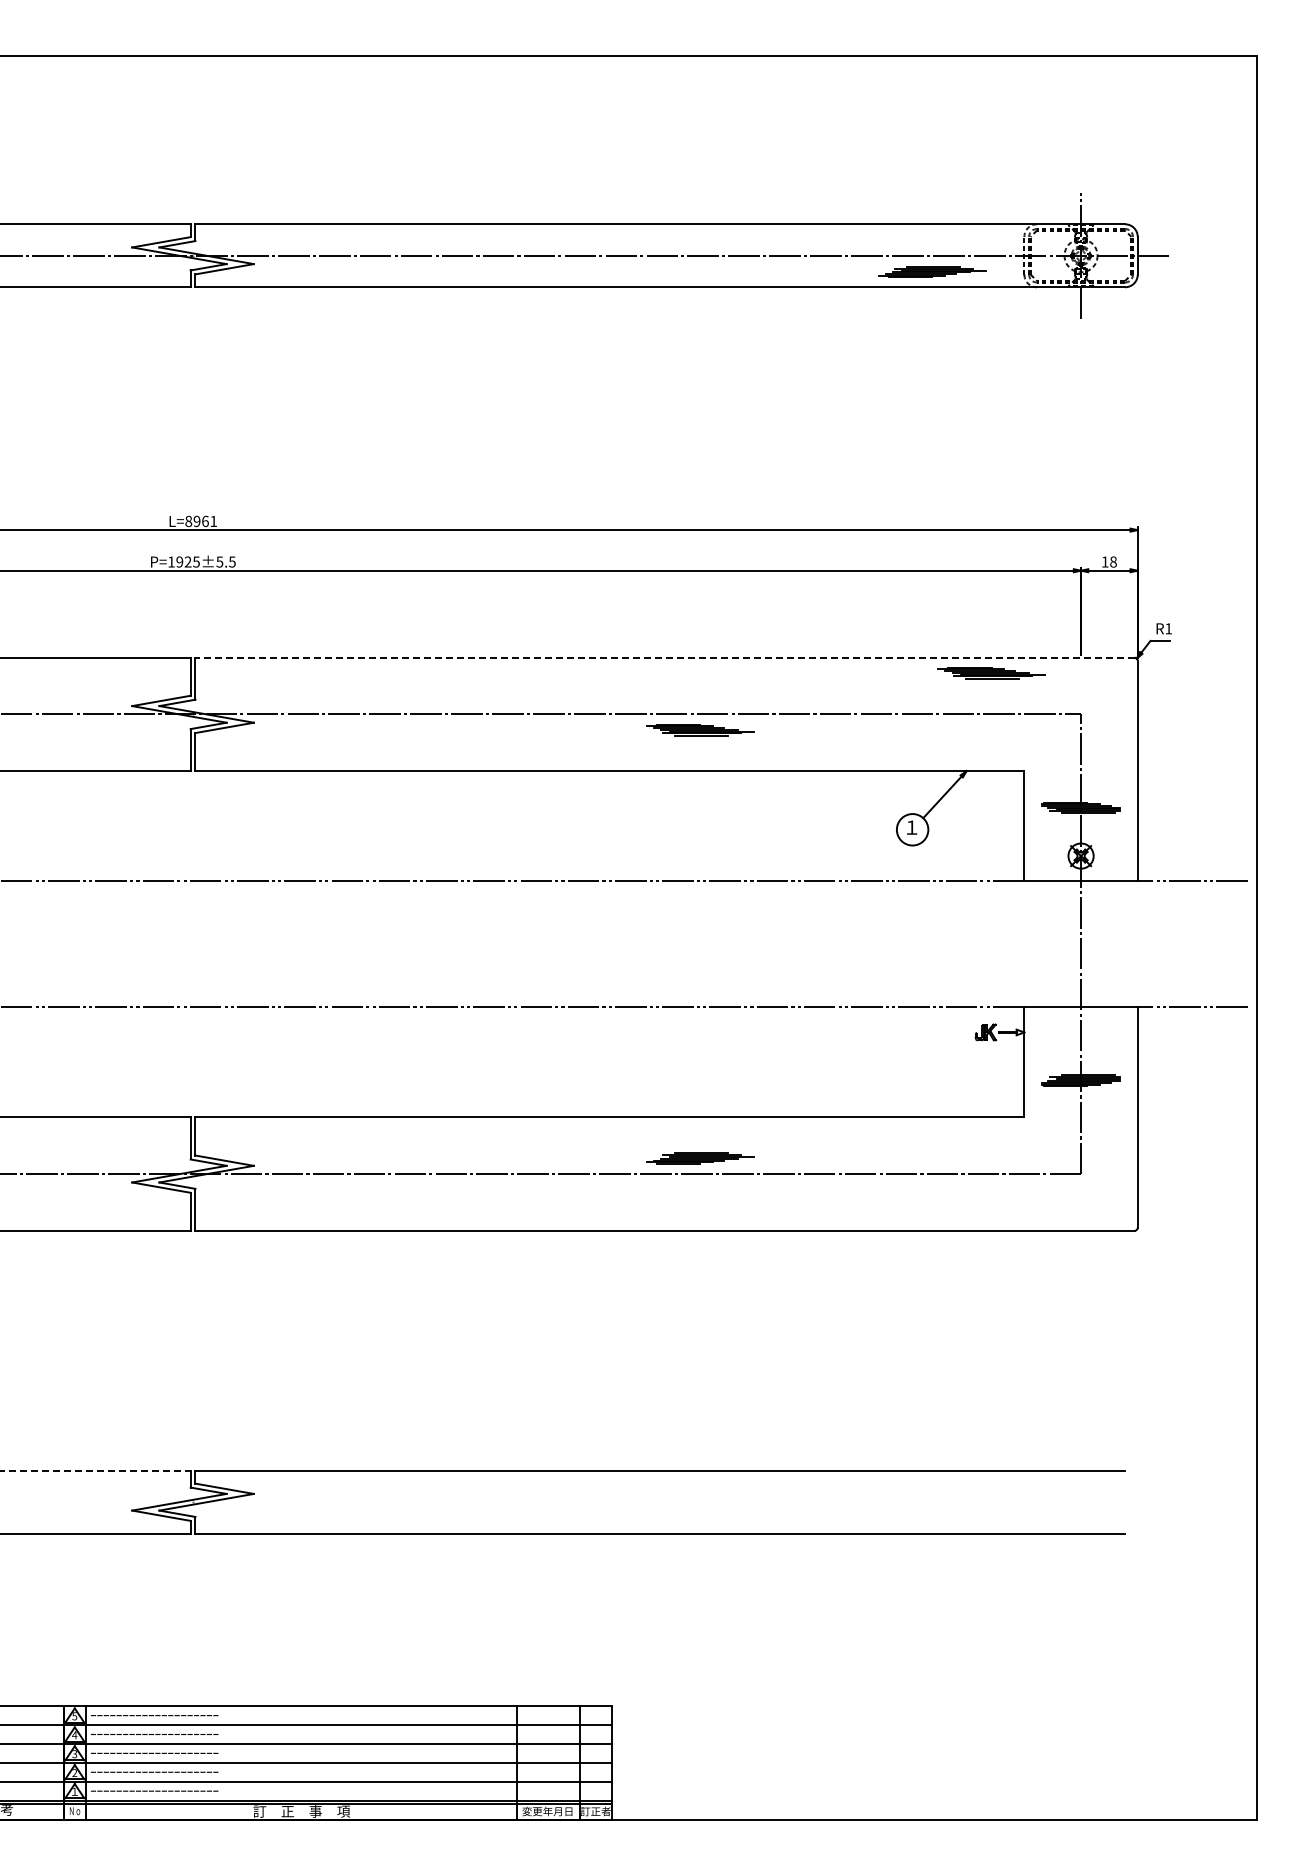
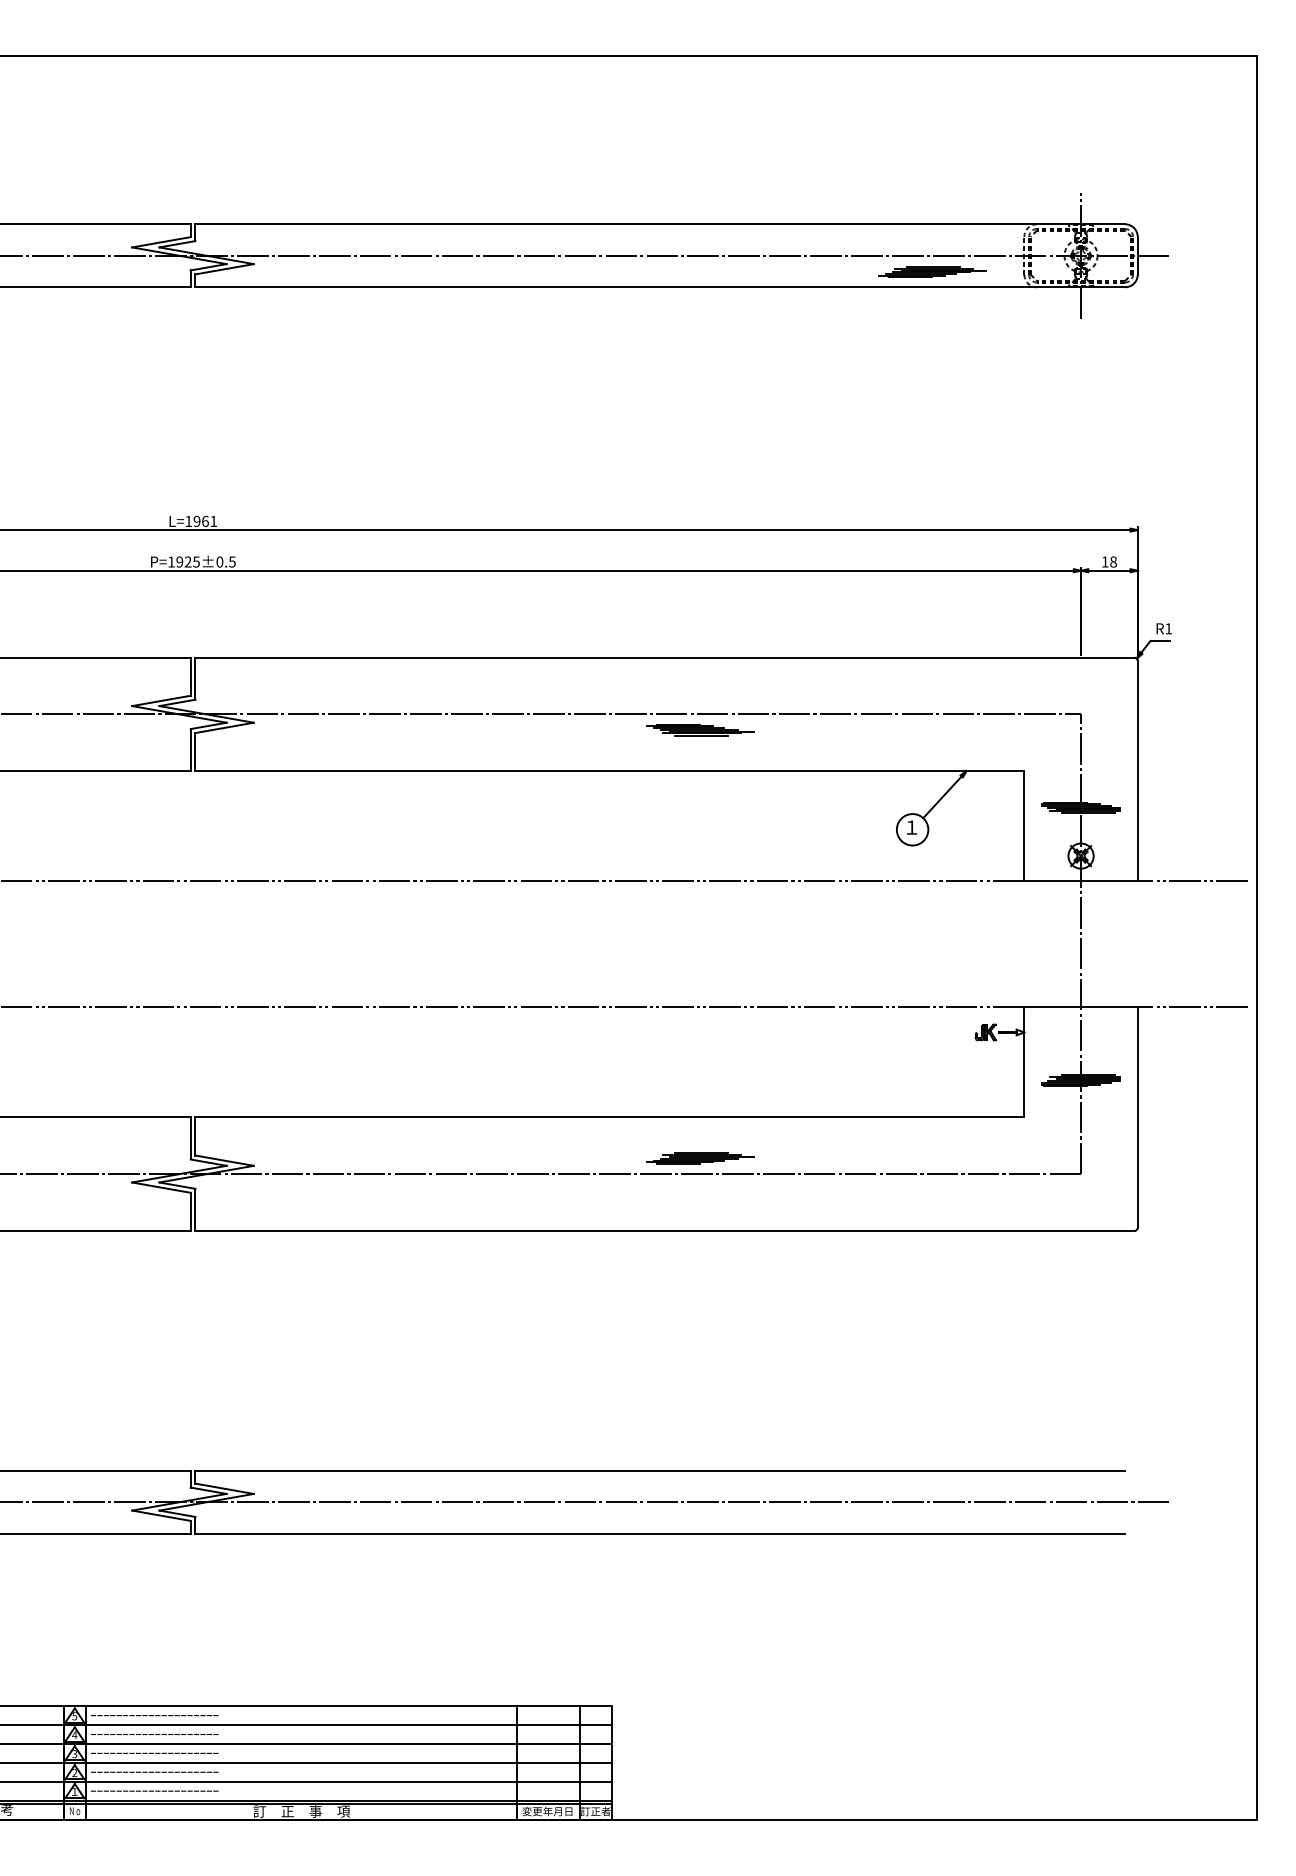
text at (188, 521): L=8961 -> L=1961
text at (219, 561): P=1925±5.5 -> P=1925±0.5
line at (665, 657): dashed -> solid
part at (991, 673): present -> none
line at (95, 1470): dashed -> solid
line at (585, 1502): none -> present
